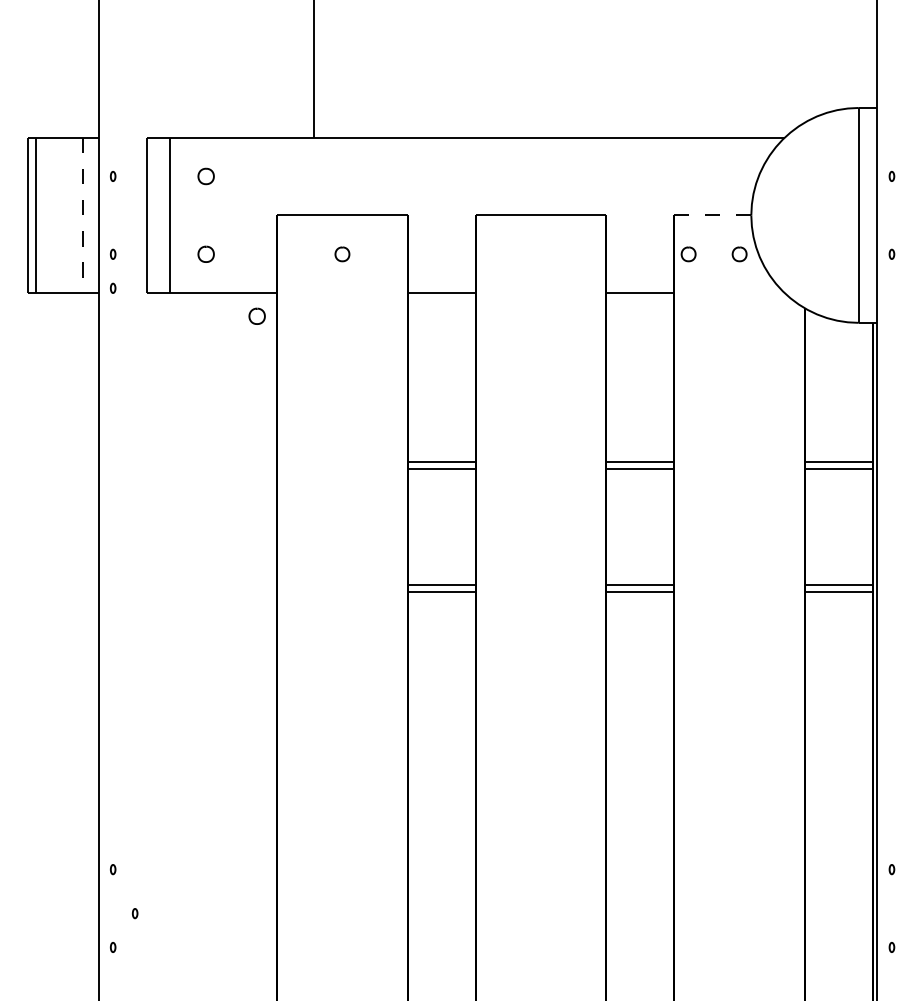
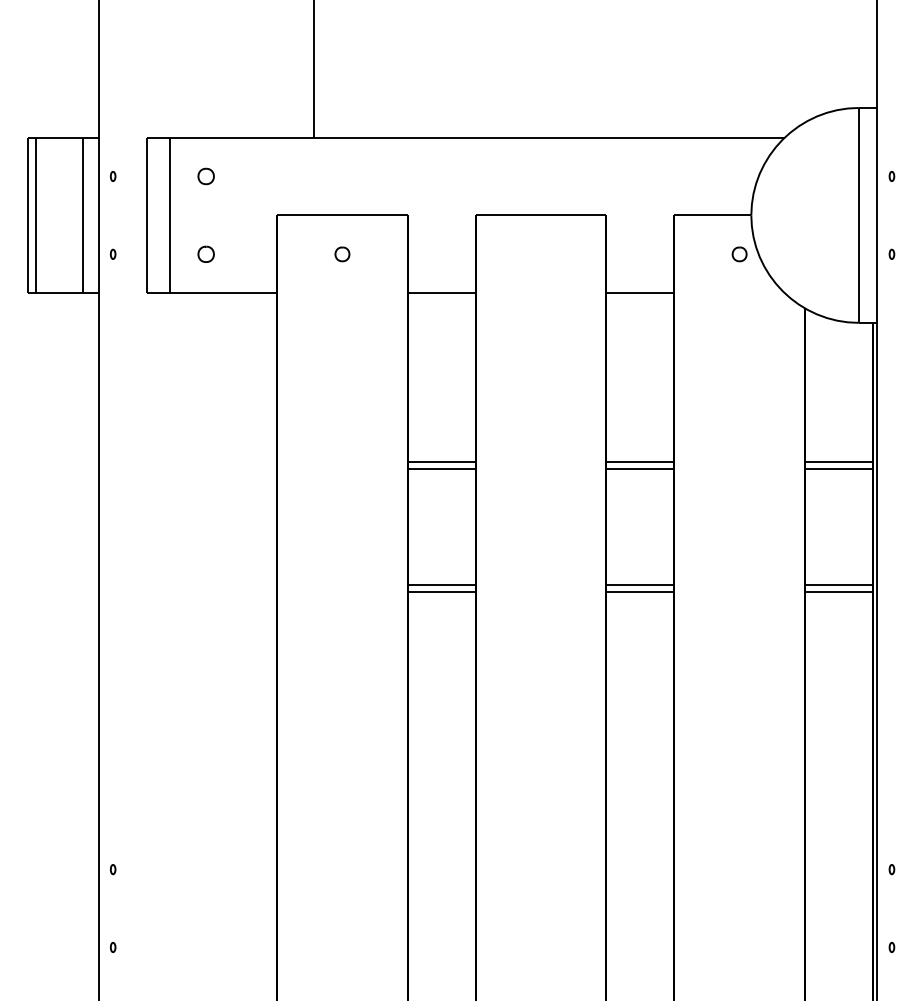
line at (83, 215): dashed -> solid
line at (712, 215): dashed -> solid
part at (688, 254): present -> none
part at (113, 287): present -> none
part at (256, 315): present -> none
part at (135, 913): present -> none
